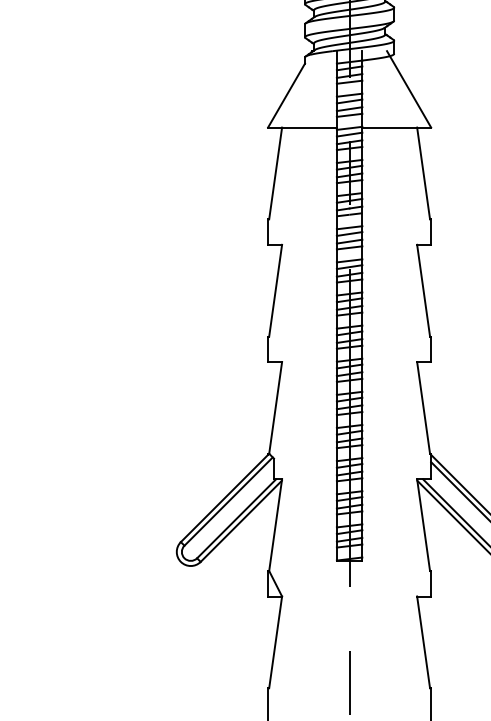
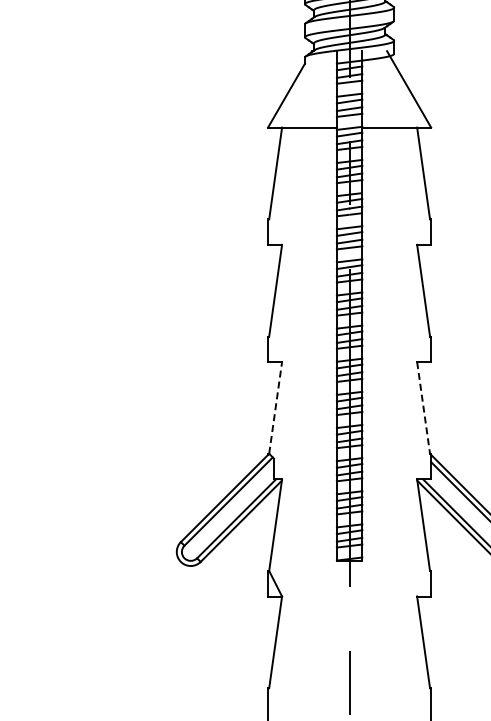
line at (275, 407): solid -> dashed
line at (423, 408): solid -> dashed
